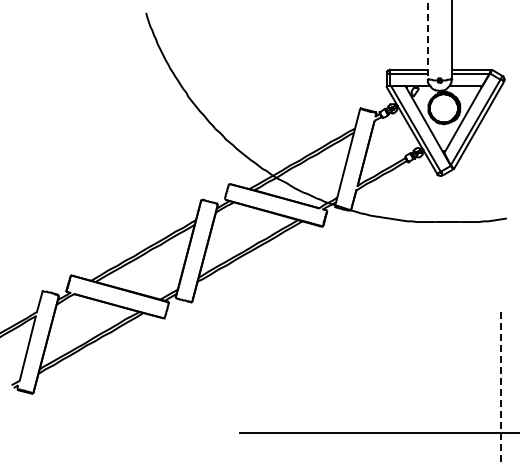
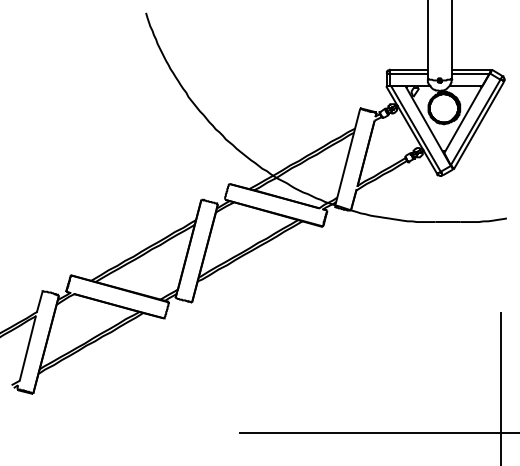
line at (427, 40): dashed -> solid
line at (501, 388): dashed -> solid
